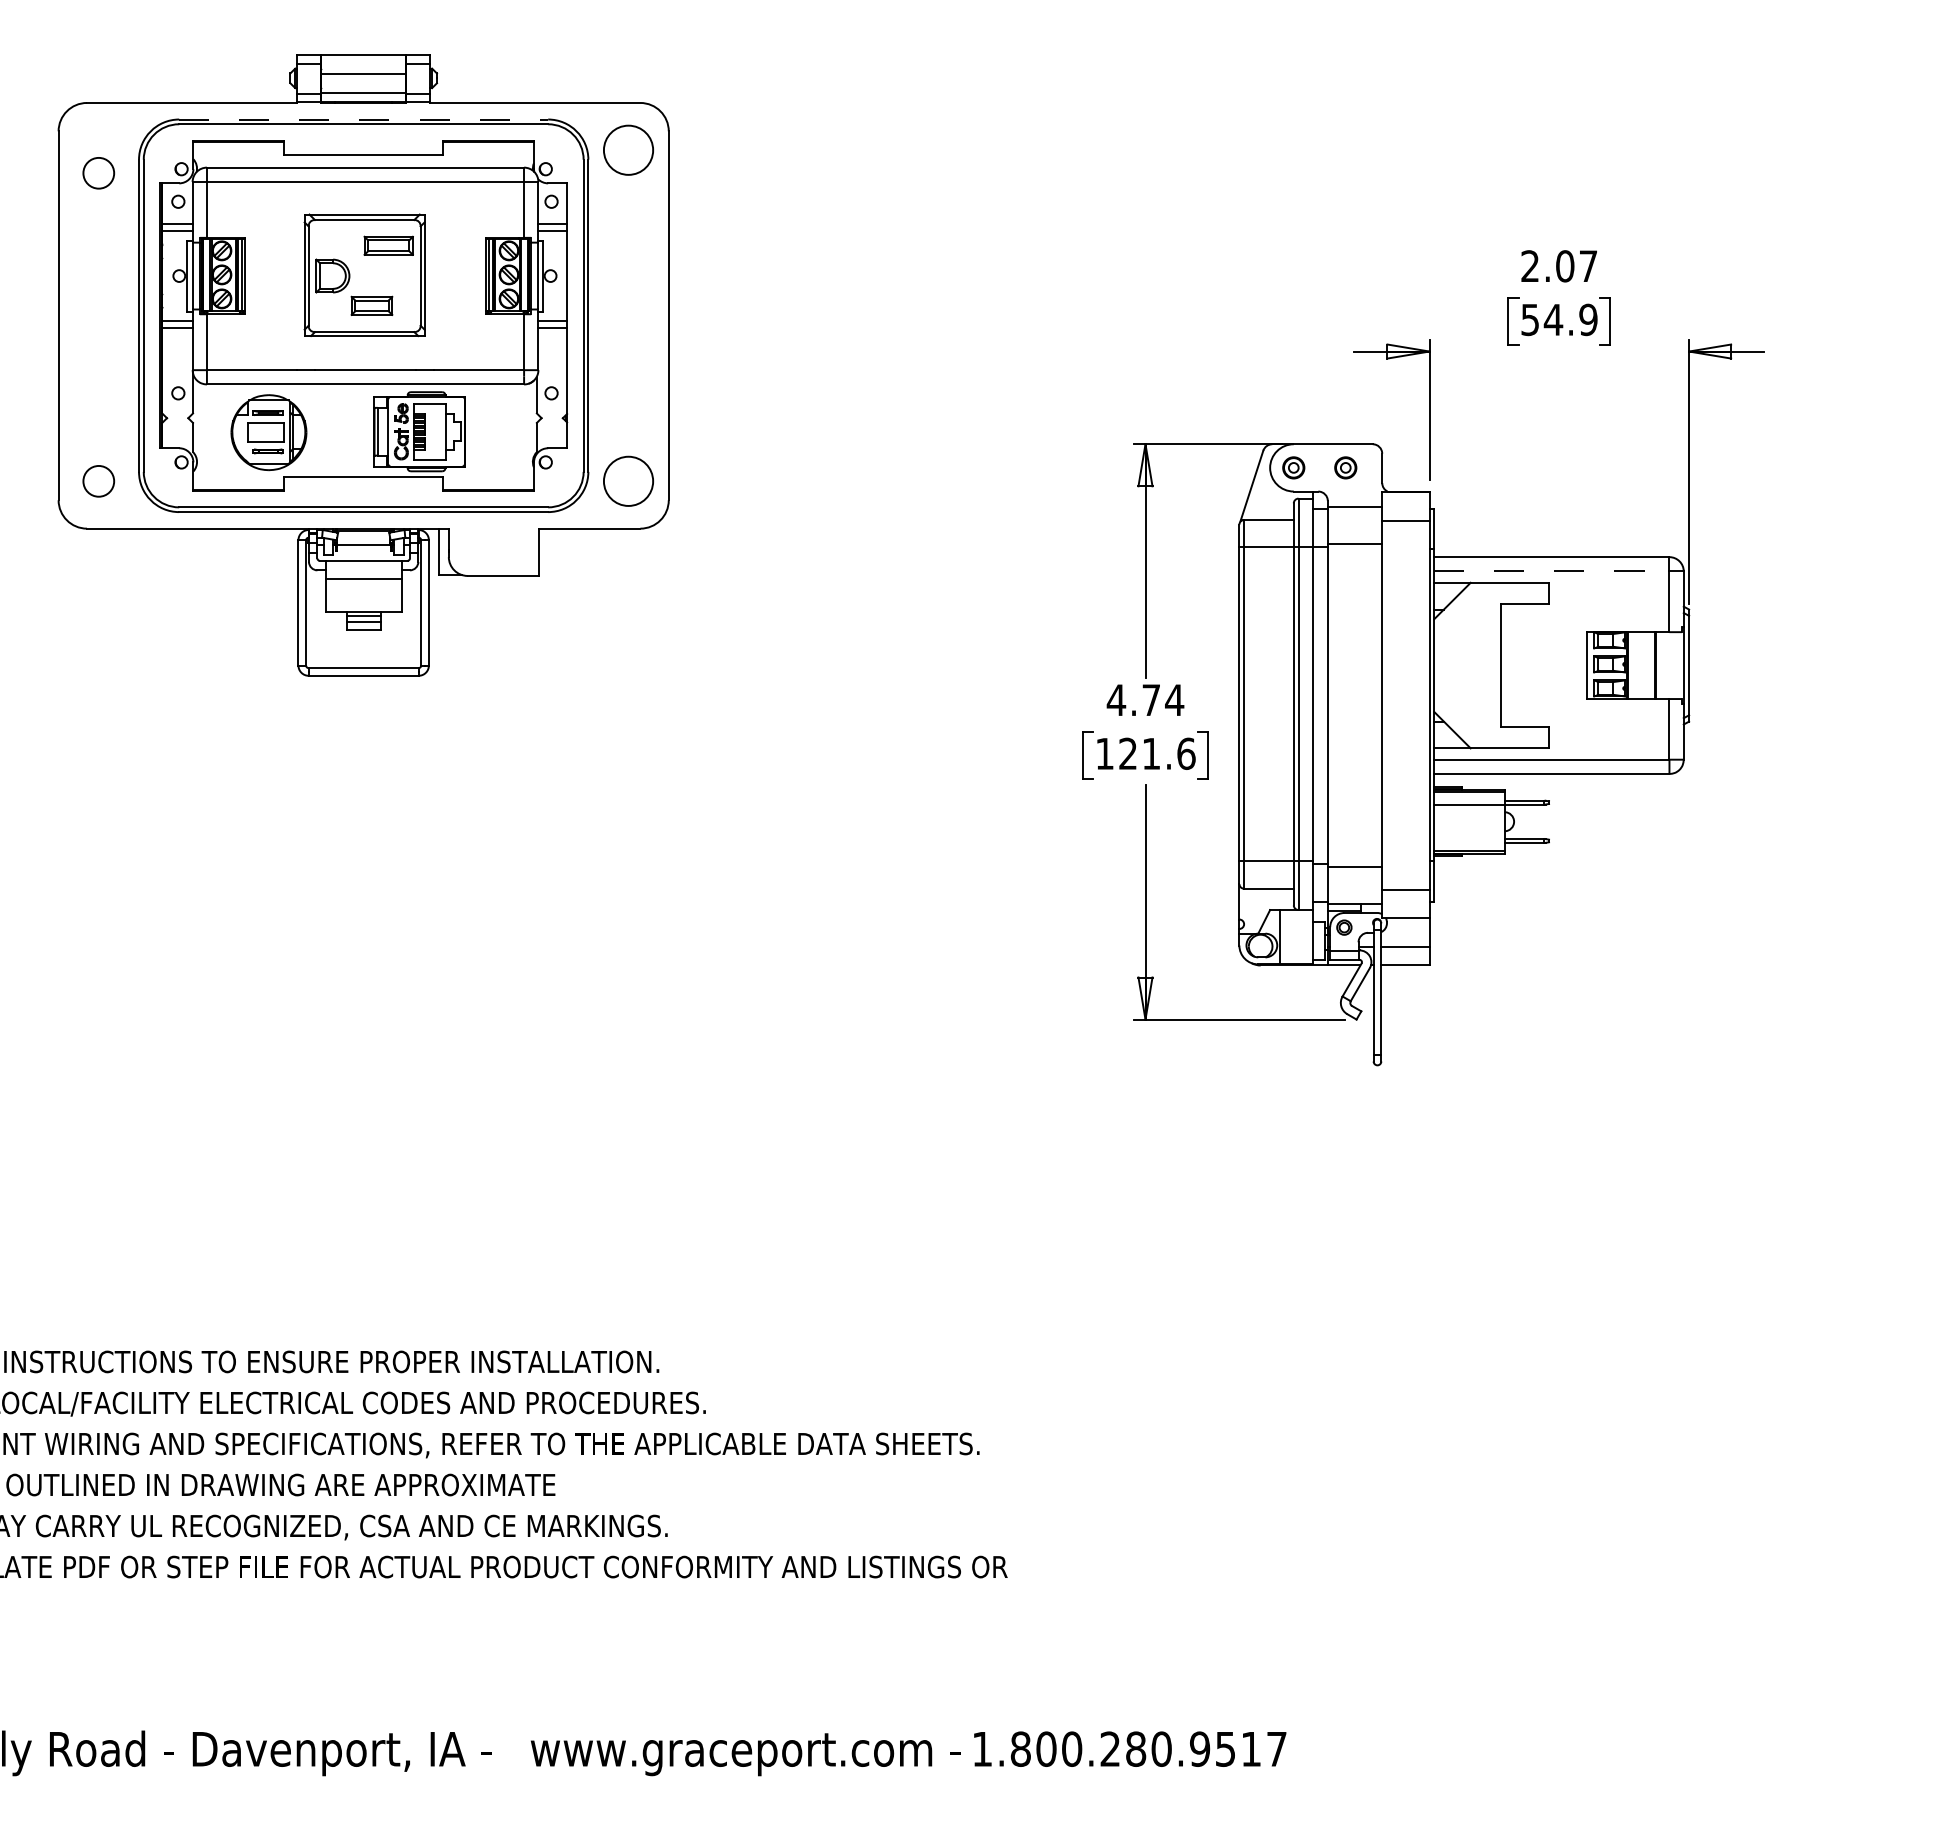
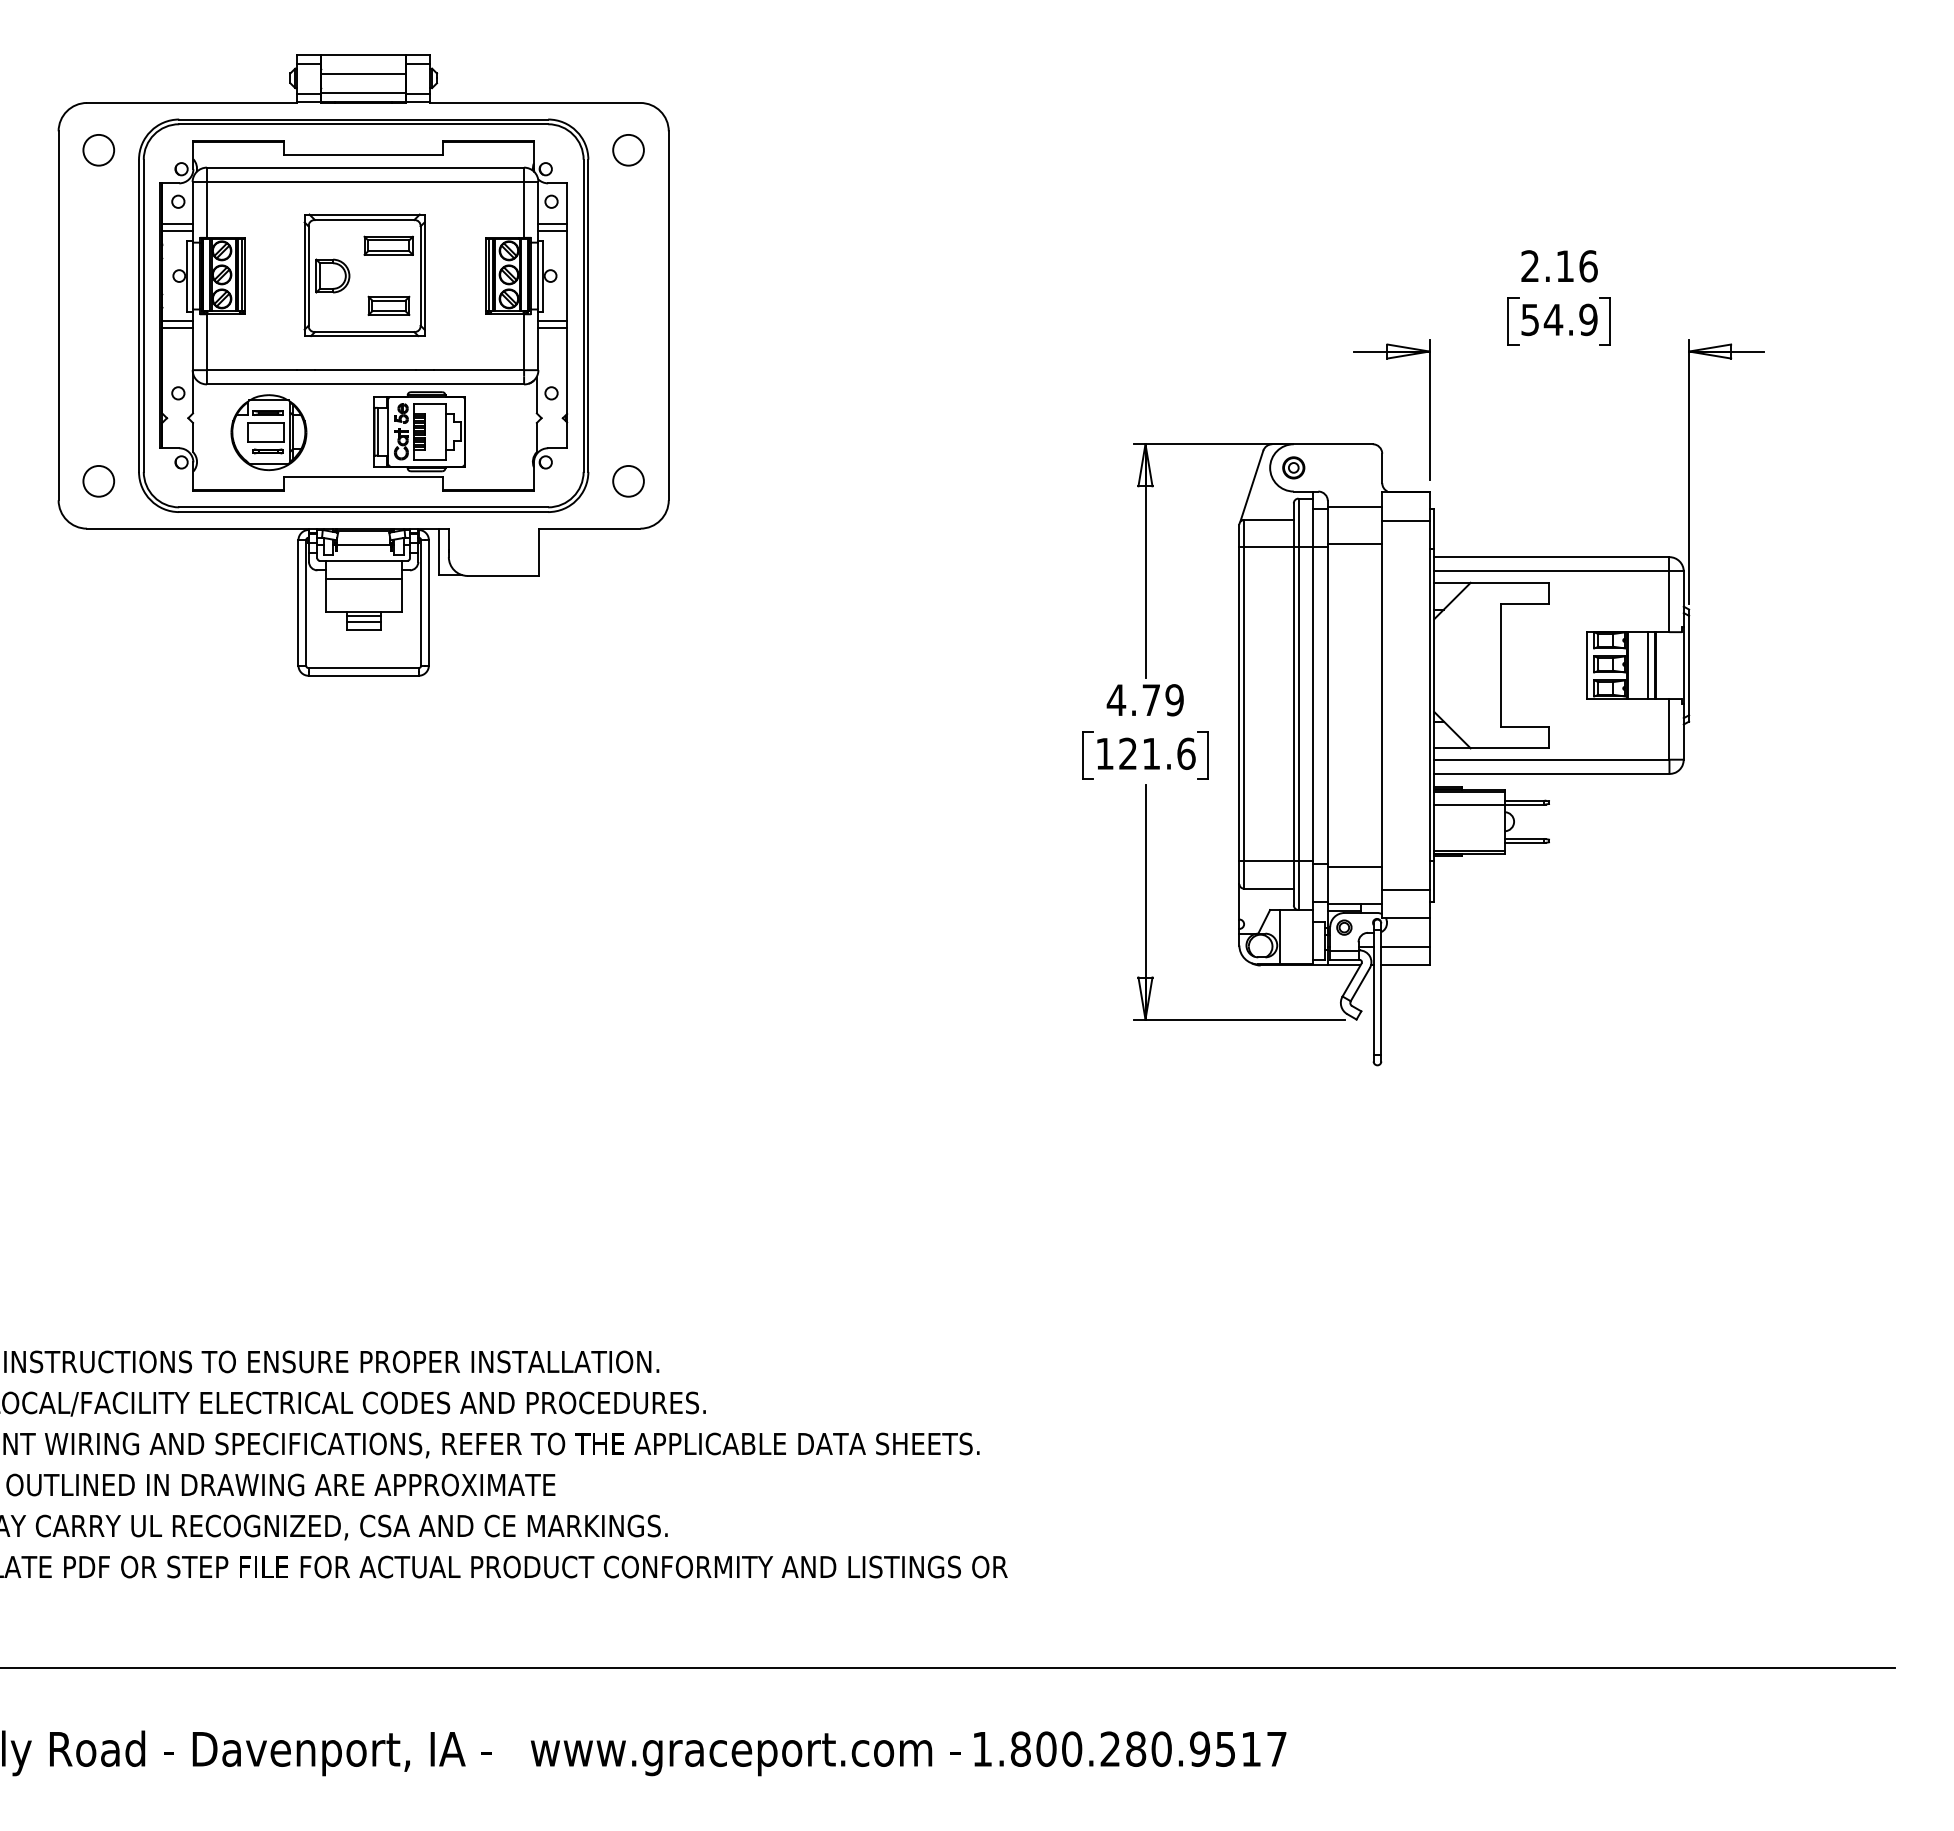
line at (364, 119): dashed -> solid
circle at (628, 149) diameter: 49 px -> 31 px
circle at (98, 173) position: (98, 173) -> (98, 150)
text at (1576, 266): 2.07 -> 2.16
part at (371, 305) position: (371, 305) -> (388, 305)
part at (1345, 467): present -> none
circle at (628, 480) diameter: 49 px -> 31 px
line at (1551, 571): dashed -> solid
line at (1647, 665): none -> present
text at (1174, 700): 4.74 -> 4.79
line at (948, 1667): none -> present
